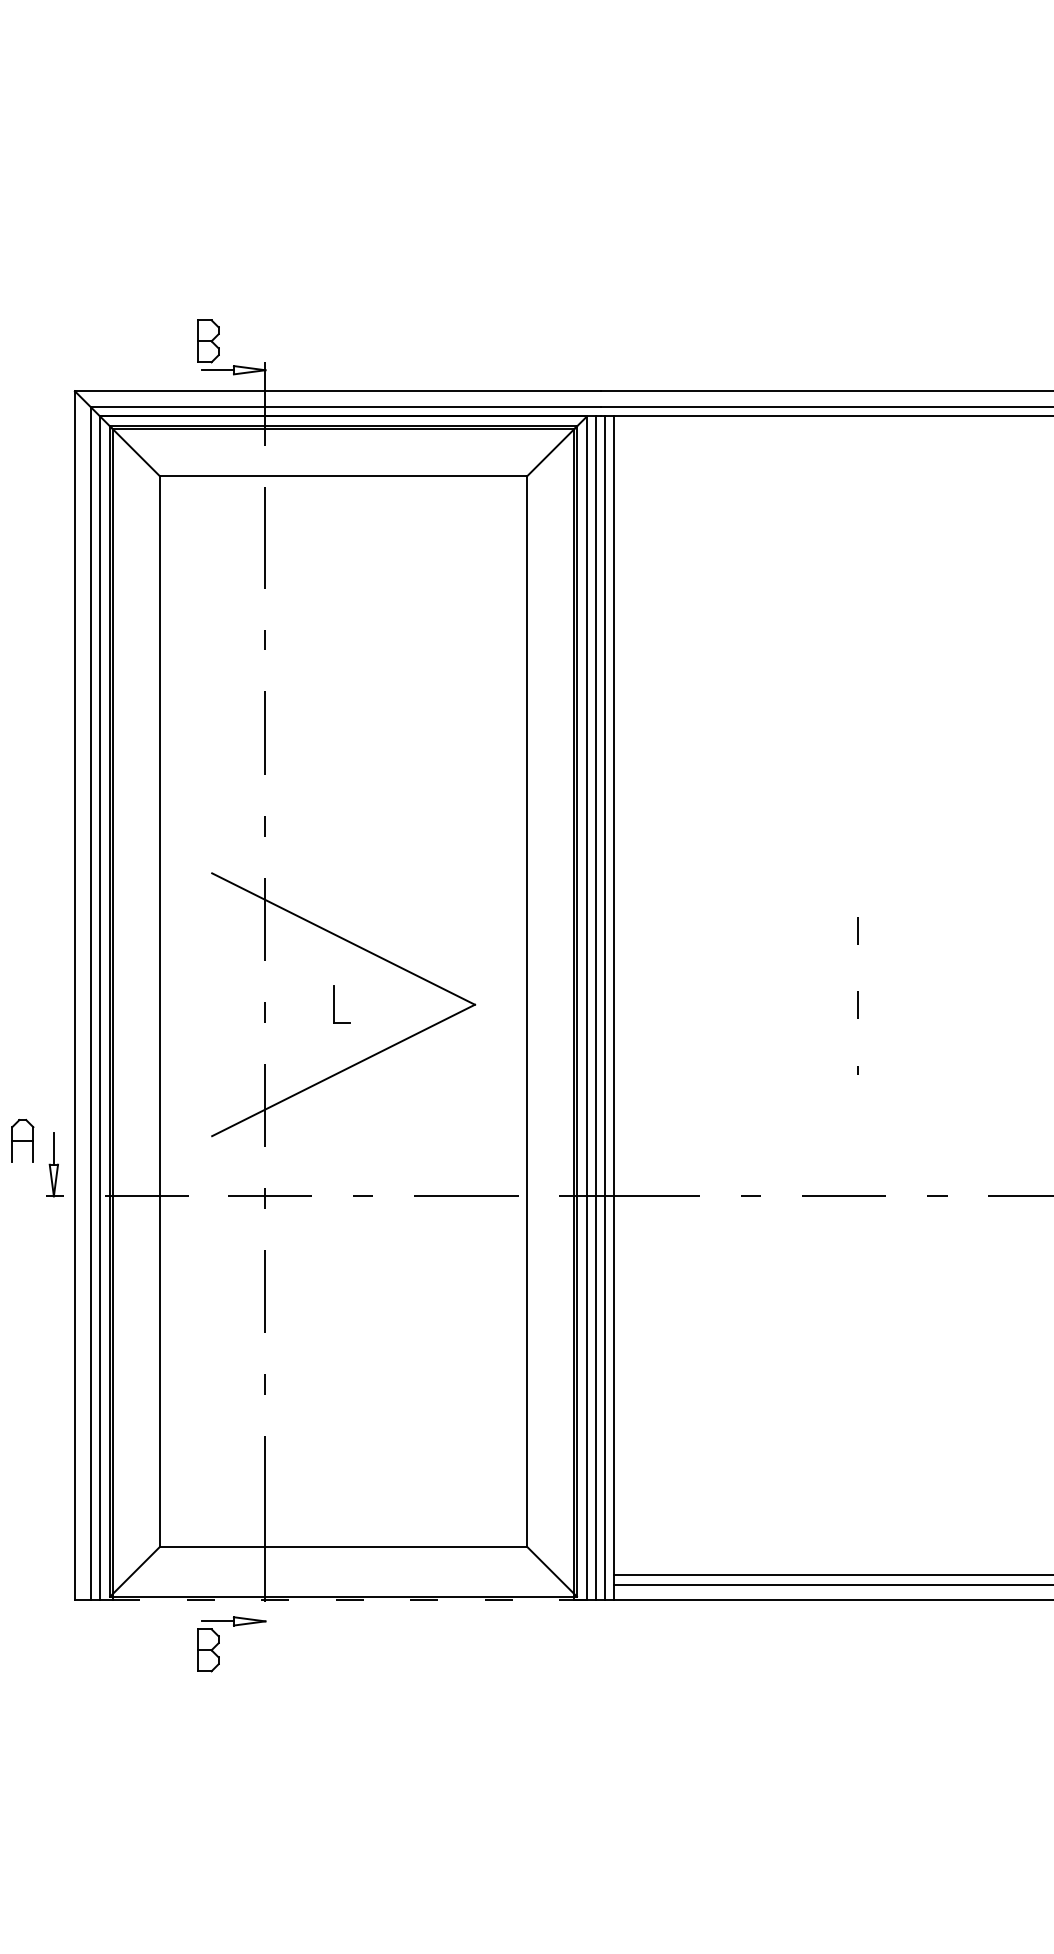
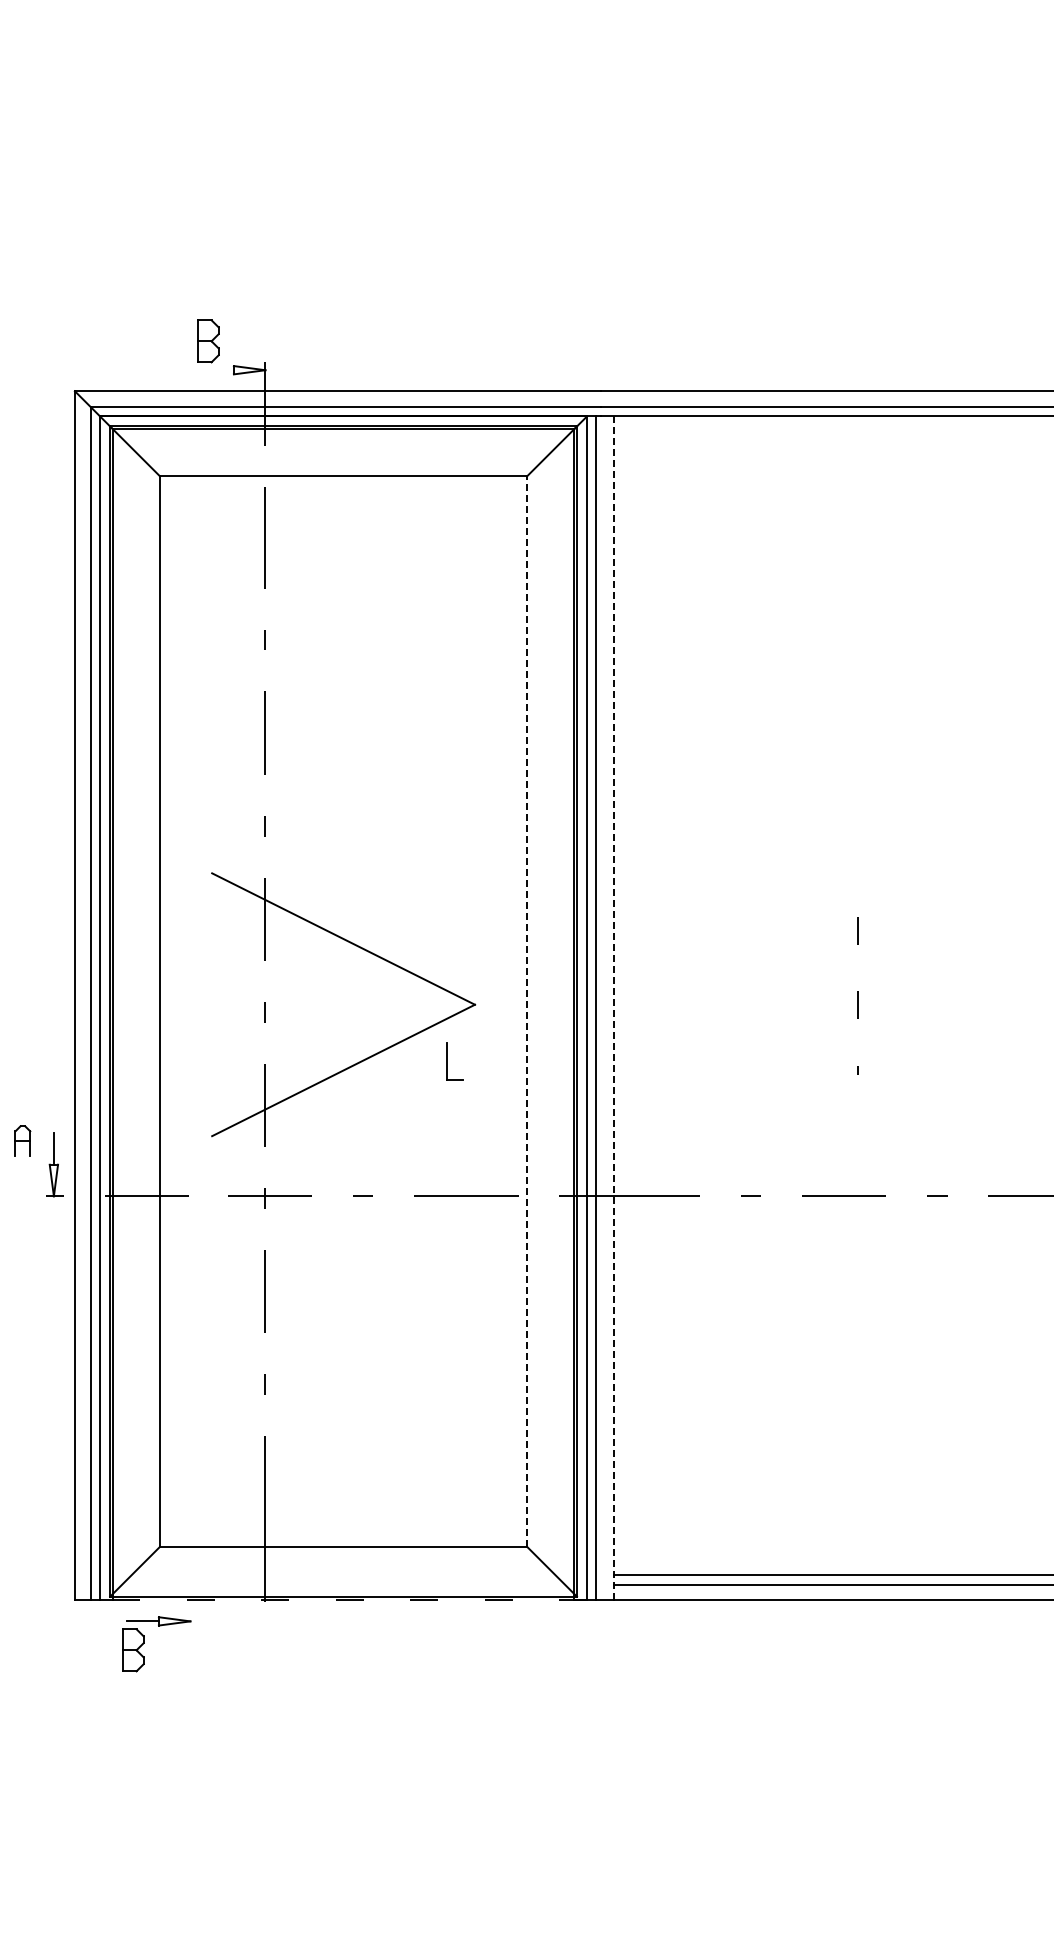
line at (217, 370): present -> none
part at (334, 1004) position: (334, 1004) -> (447, 1061)
line at (605, 1008): present -> none
line at (614, 1008): solid -> dashed
line at (527, 1011): solid -> dashed
part at (22, 1140) size: 24x44 px -> 18x32 px
part at (219, 1643) position: (219, 1643) -> (144, 1643)
